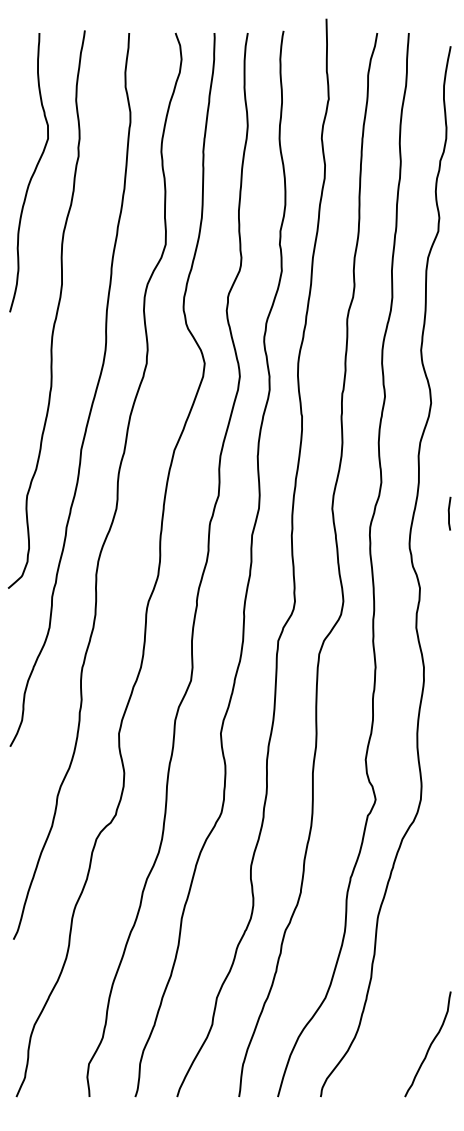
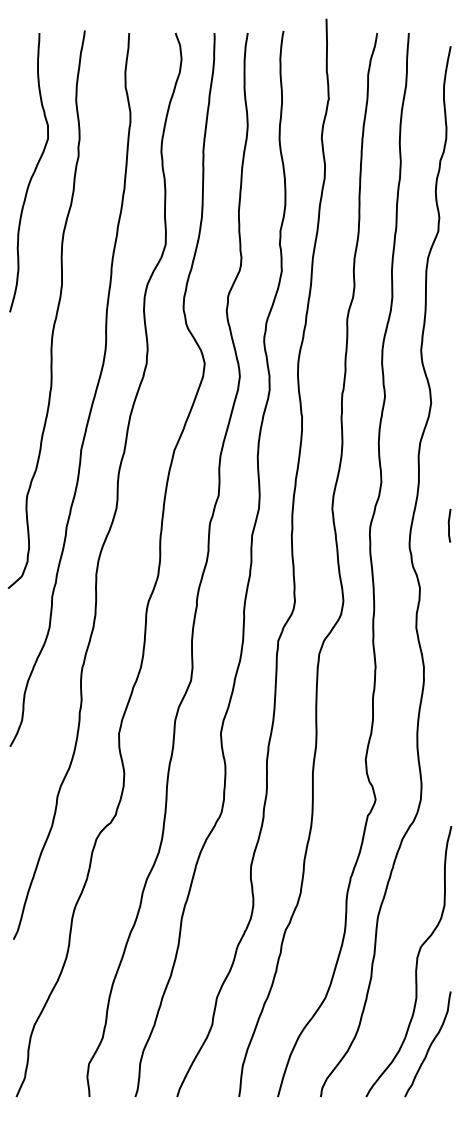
line at (449, 513) position: (449, 513) -> (449, 525)
curve at (415, 964): none -> present
